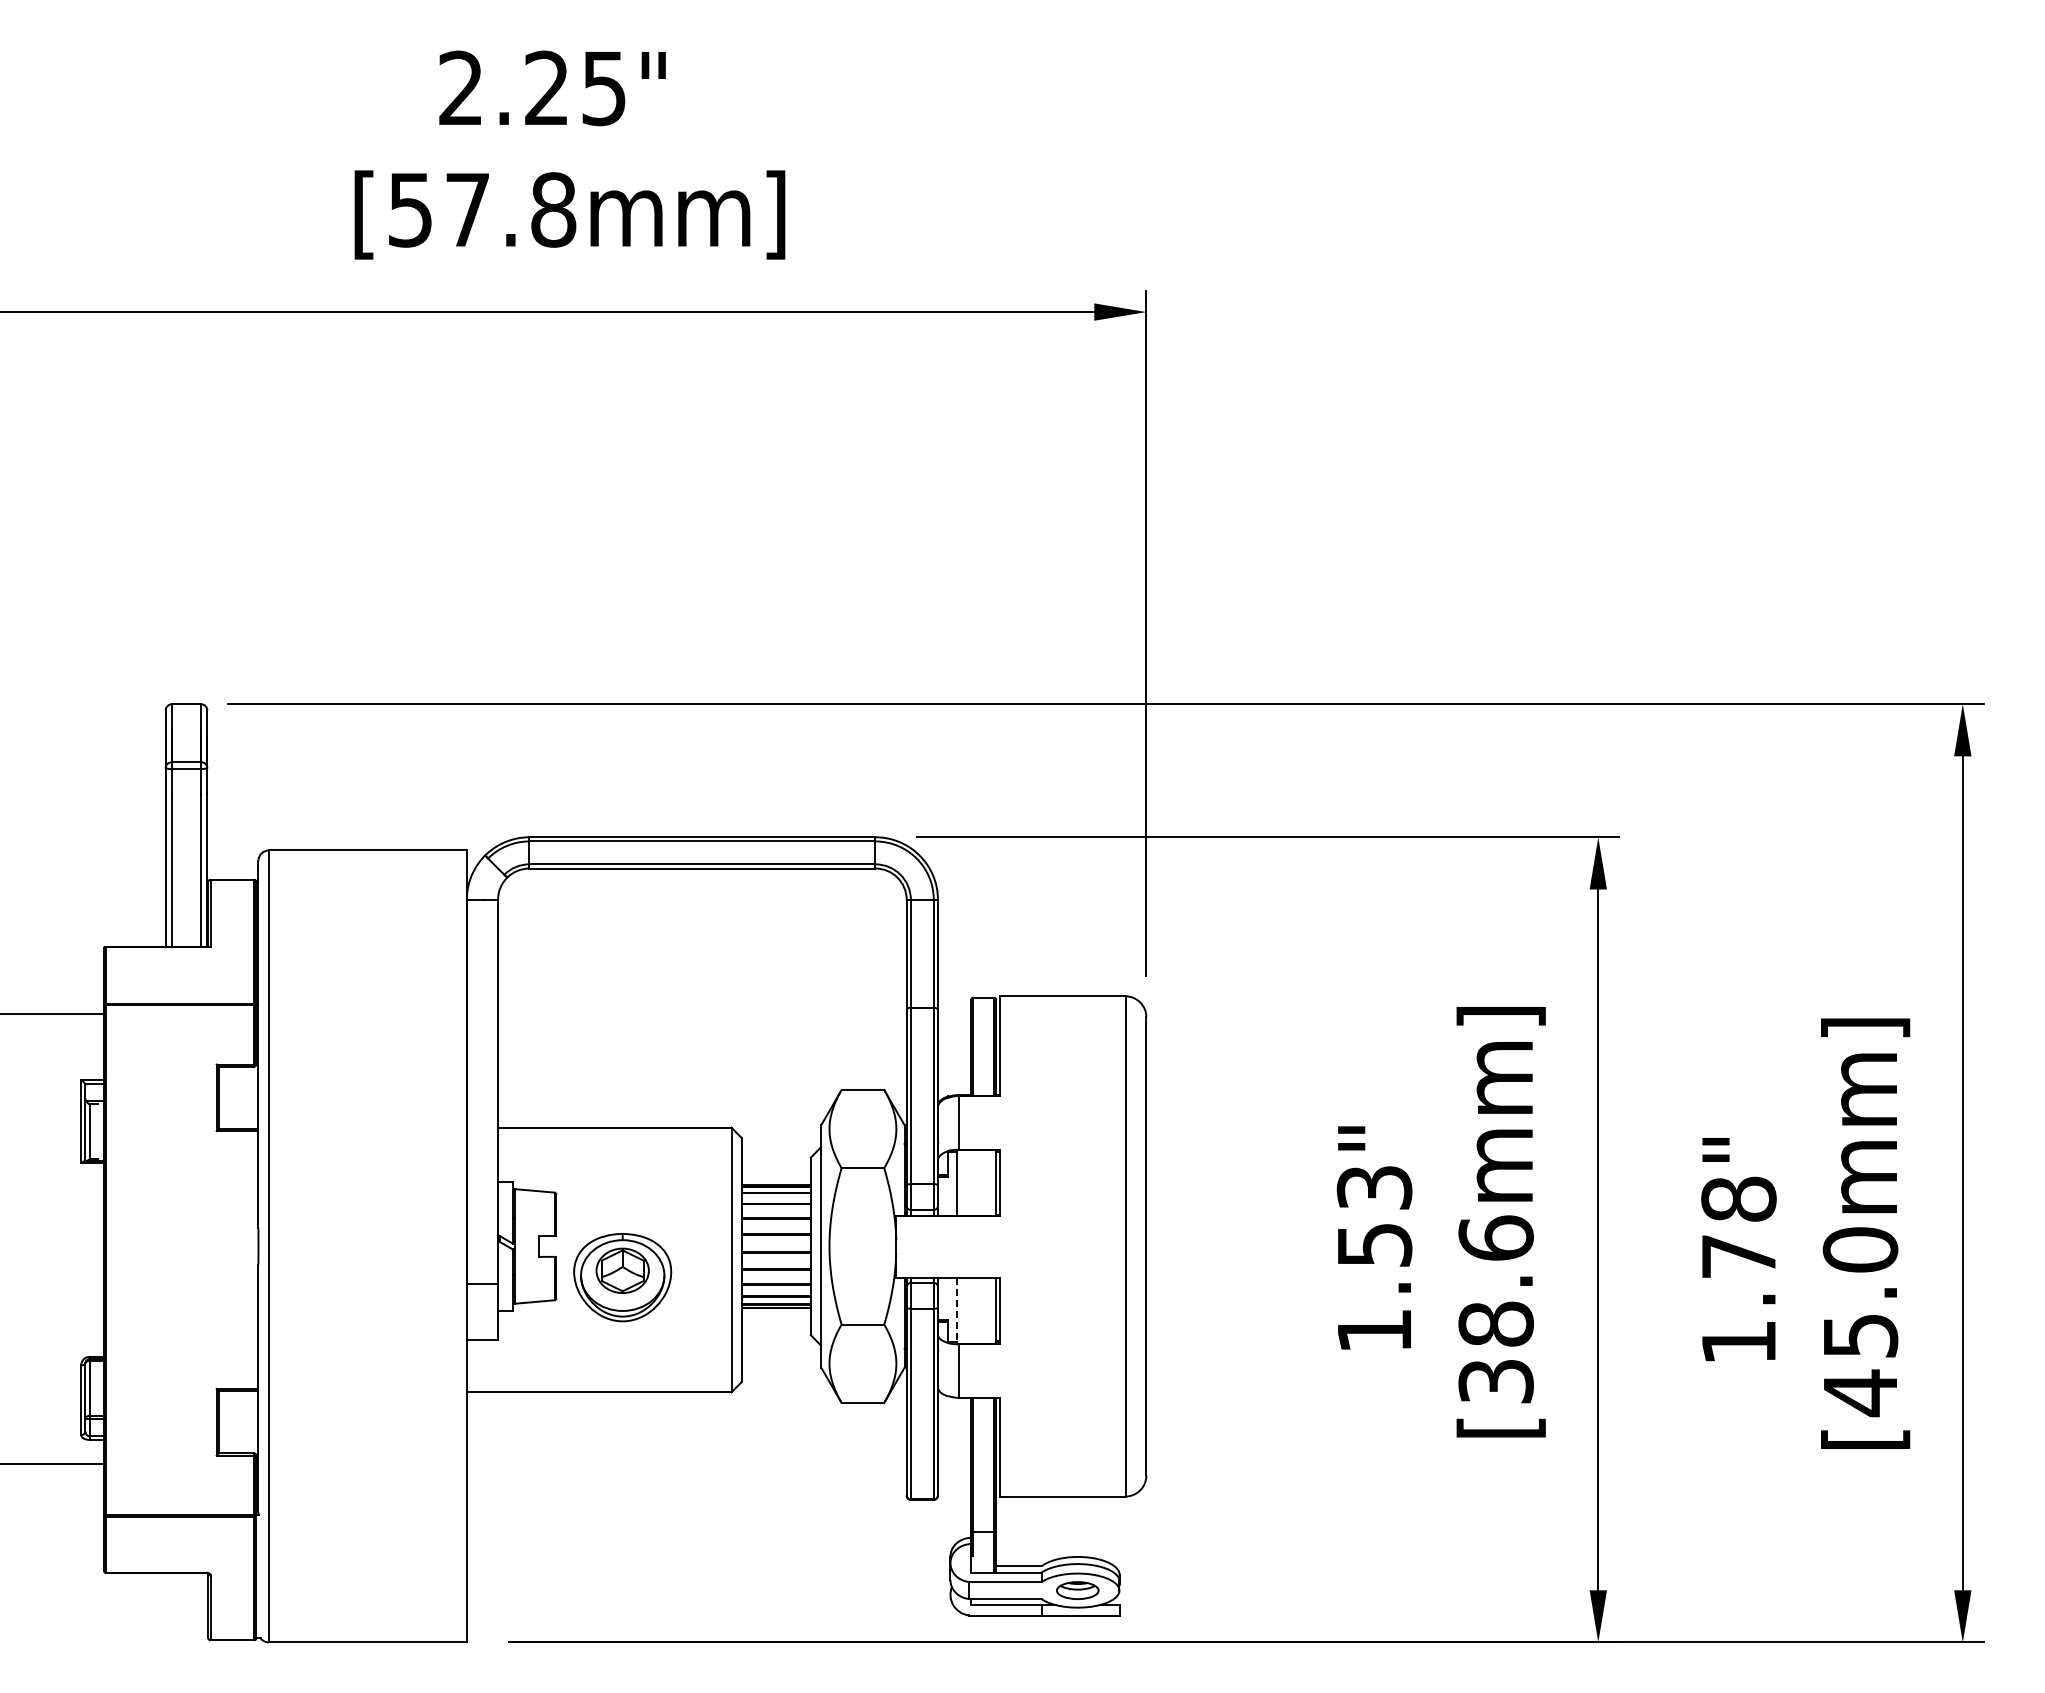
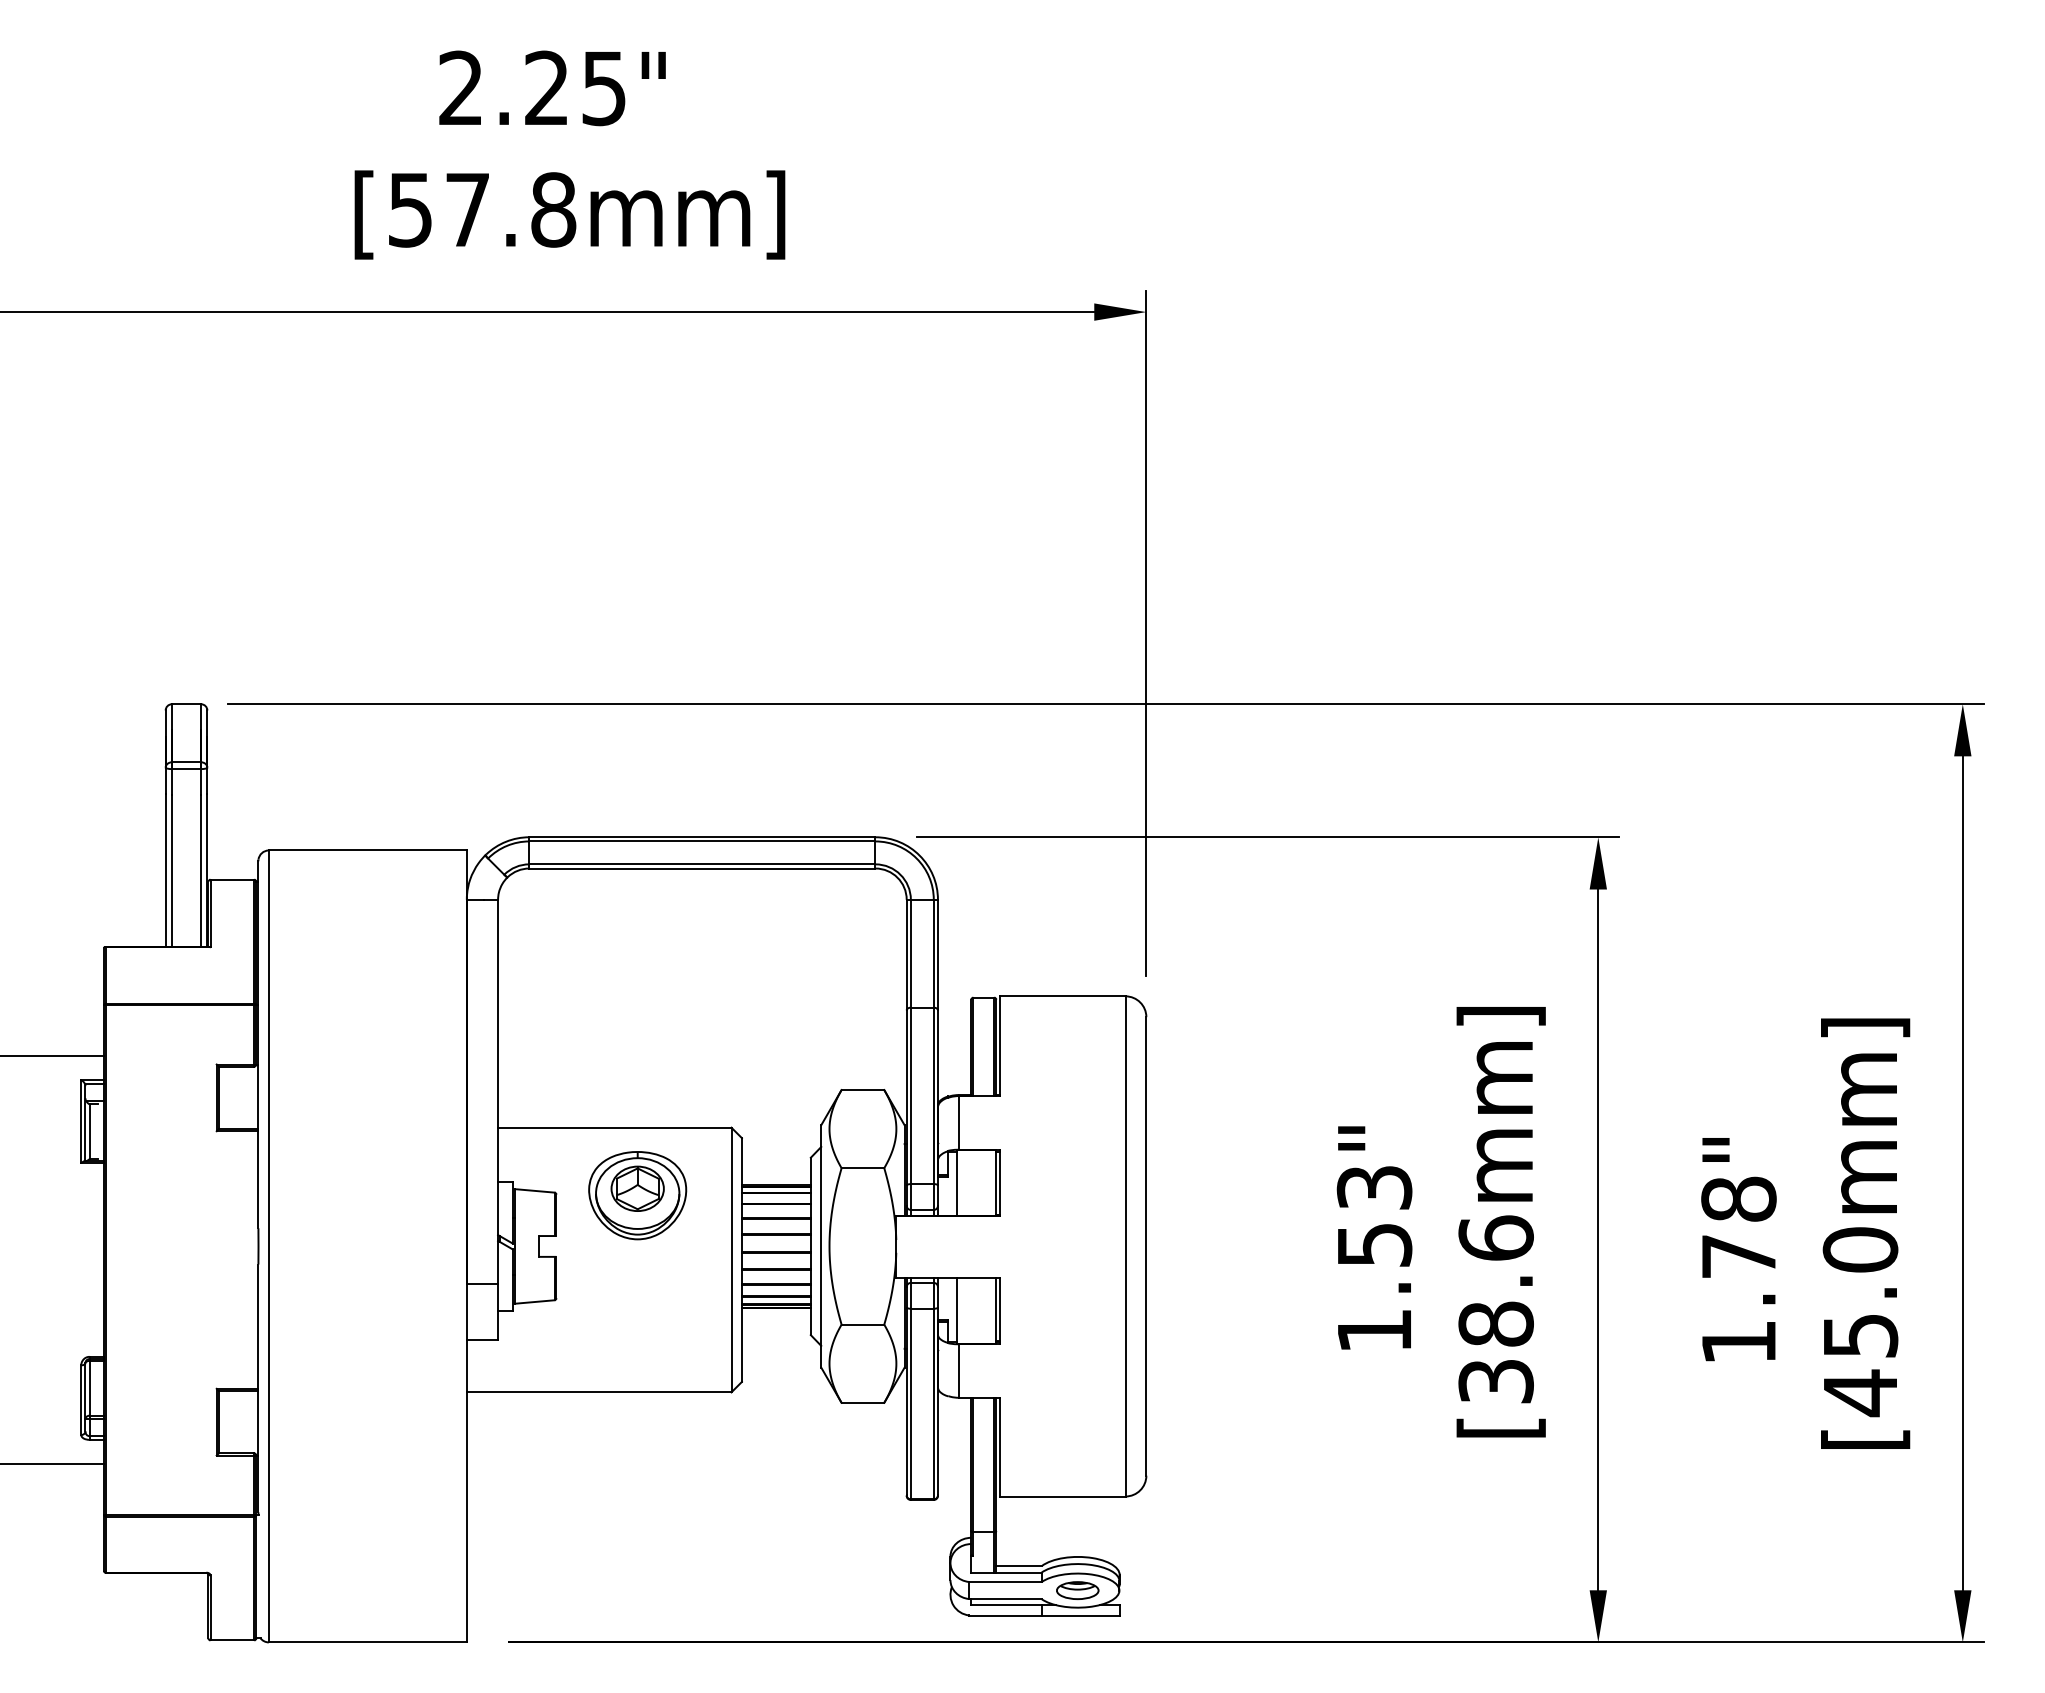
line at (53, 1013) position: (53, 1013) -> (53, 1055)
part at (622, 1277) position: (622, 1277) -> (637, 1195)
line at (956, 1311): dashed -> solid
